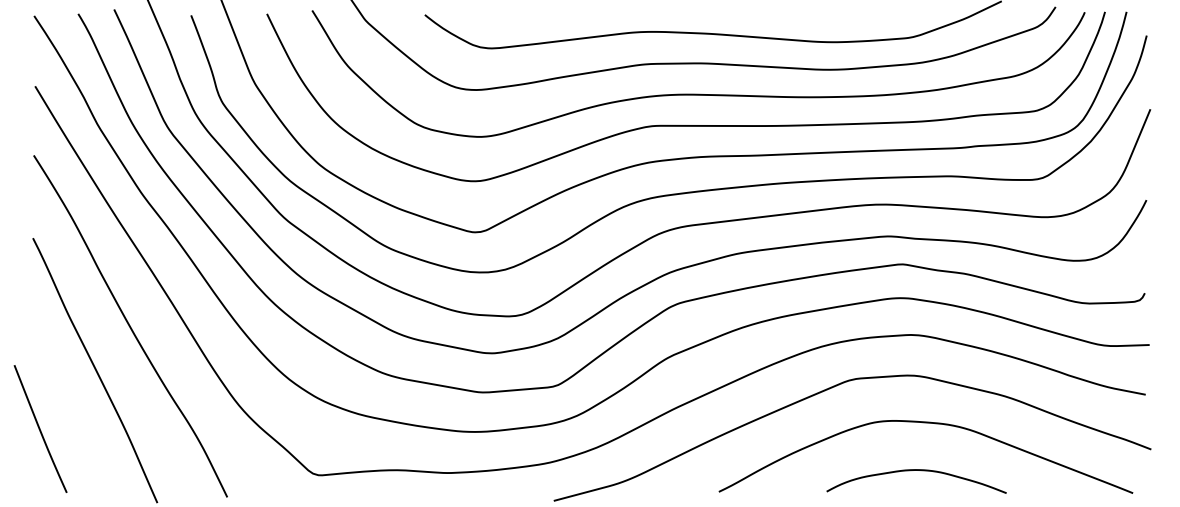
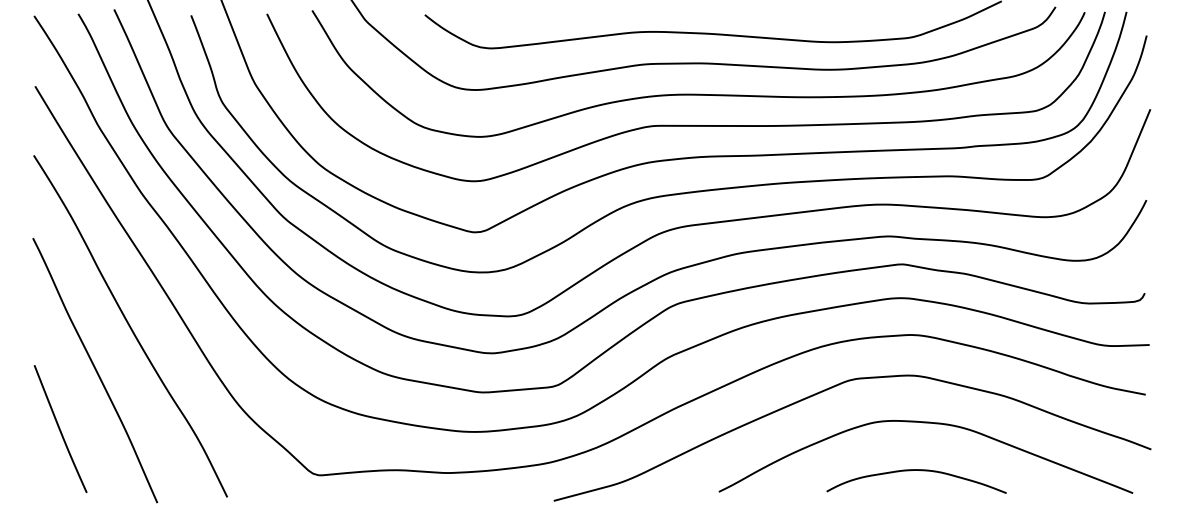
curve at (40, 428) position: (40, 428) -> (60, 428)
